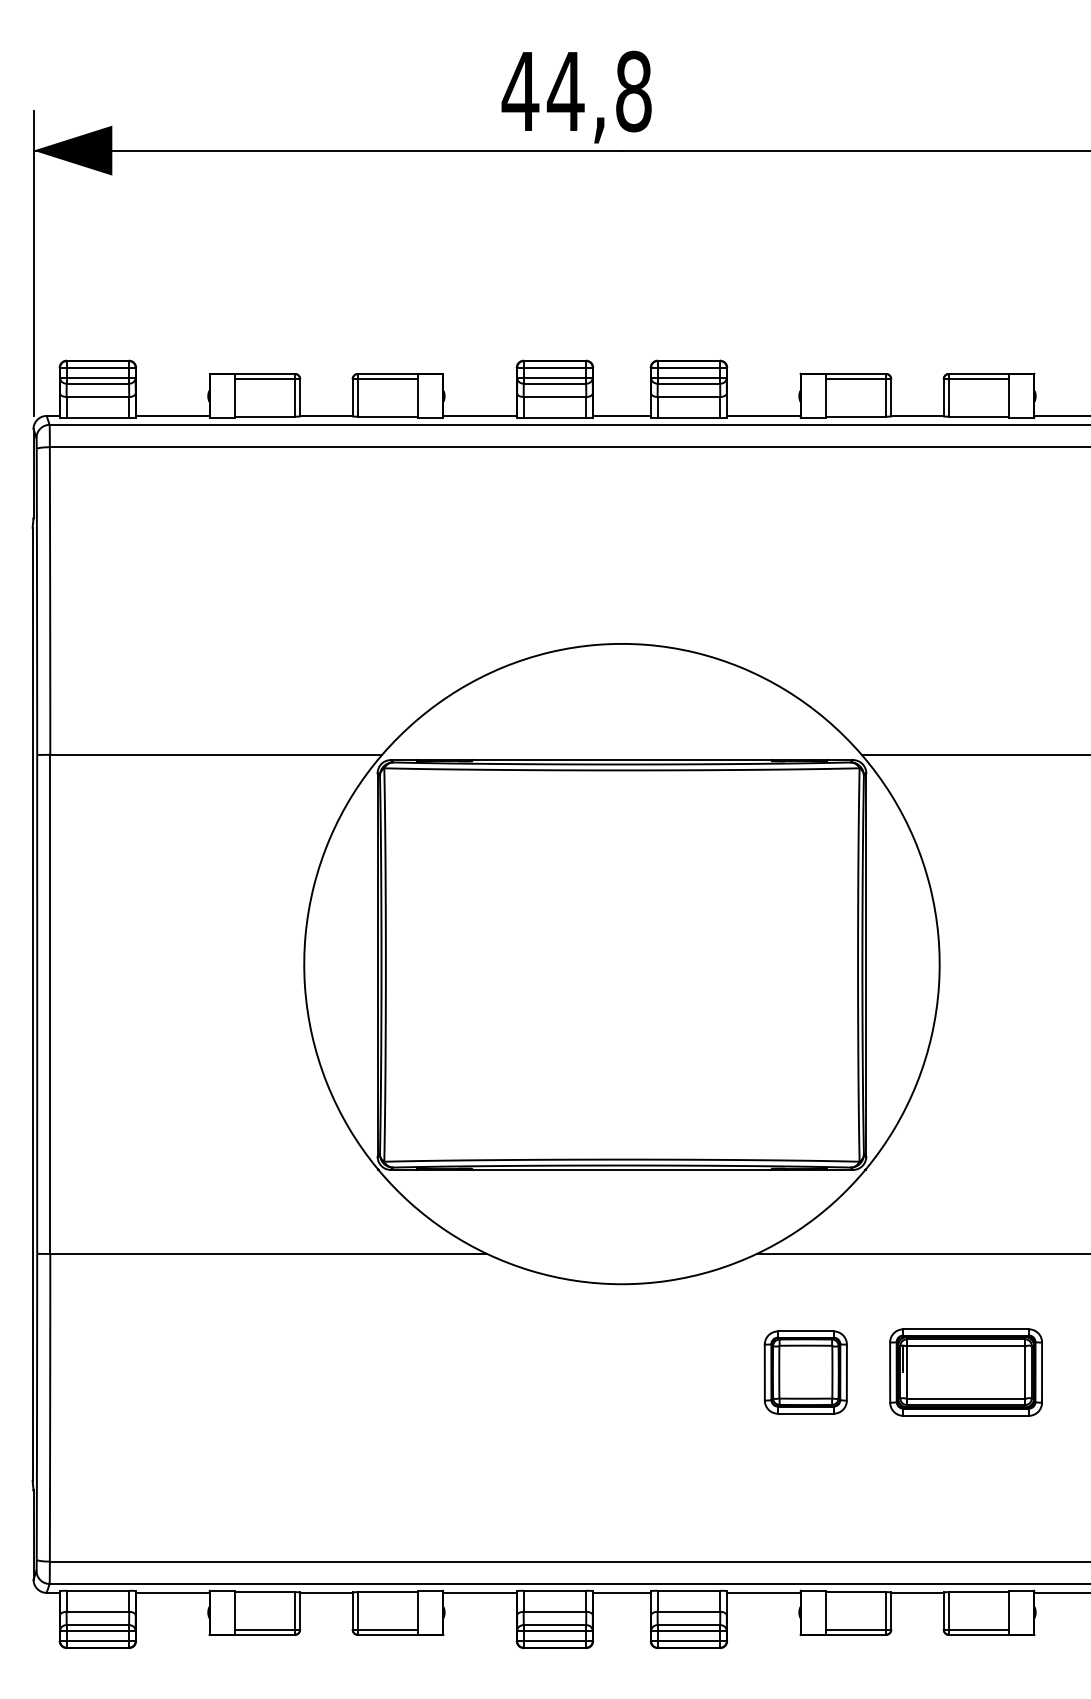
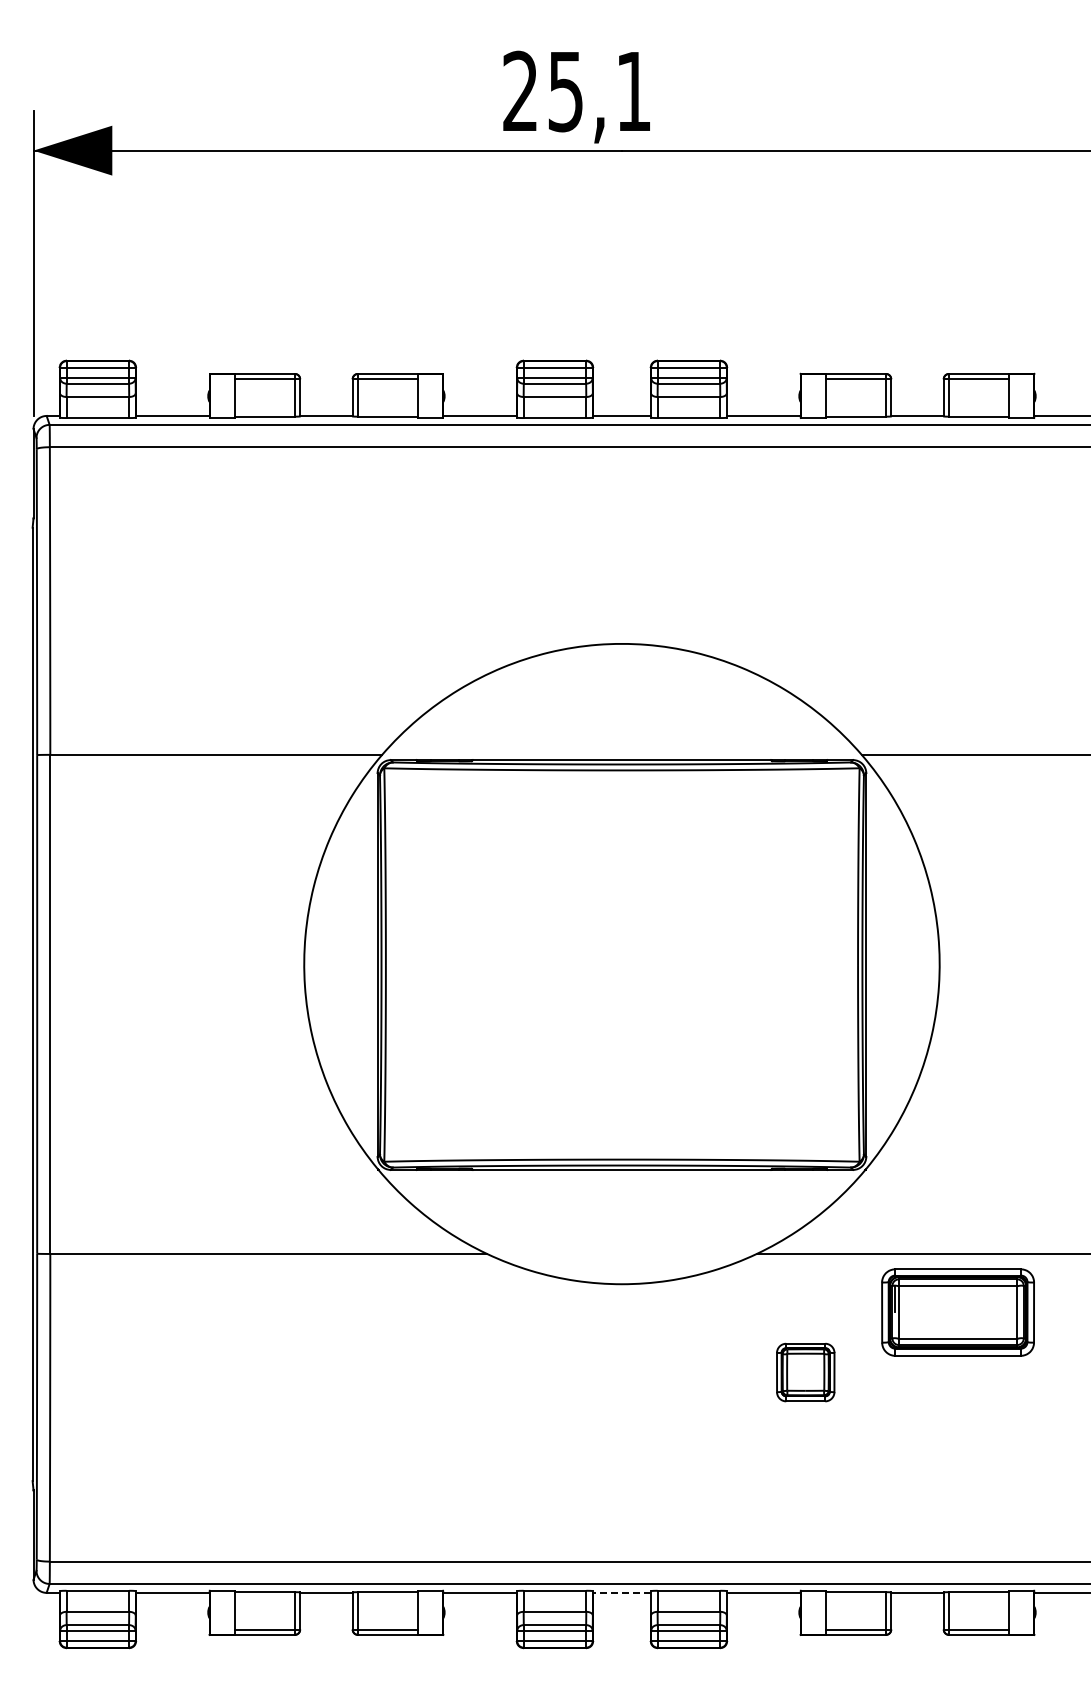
text at (576, 91): 44,8 -> 25,1
part at (805, 1372) size: 85x85 px -> 60x61 px
part at (965, 1372) position: (965, 1372) -> (957, 1312)
line at (621, 1592): solid -> dashed
